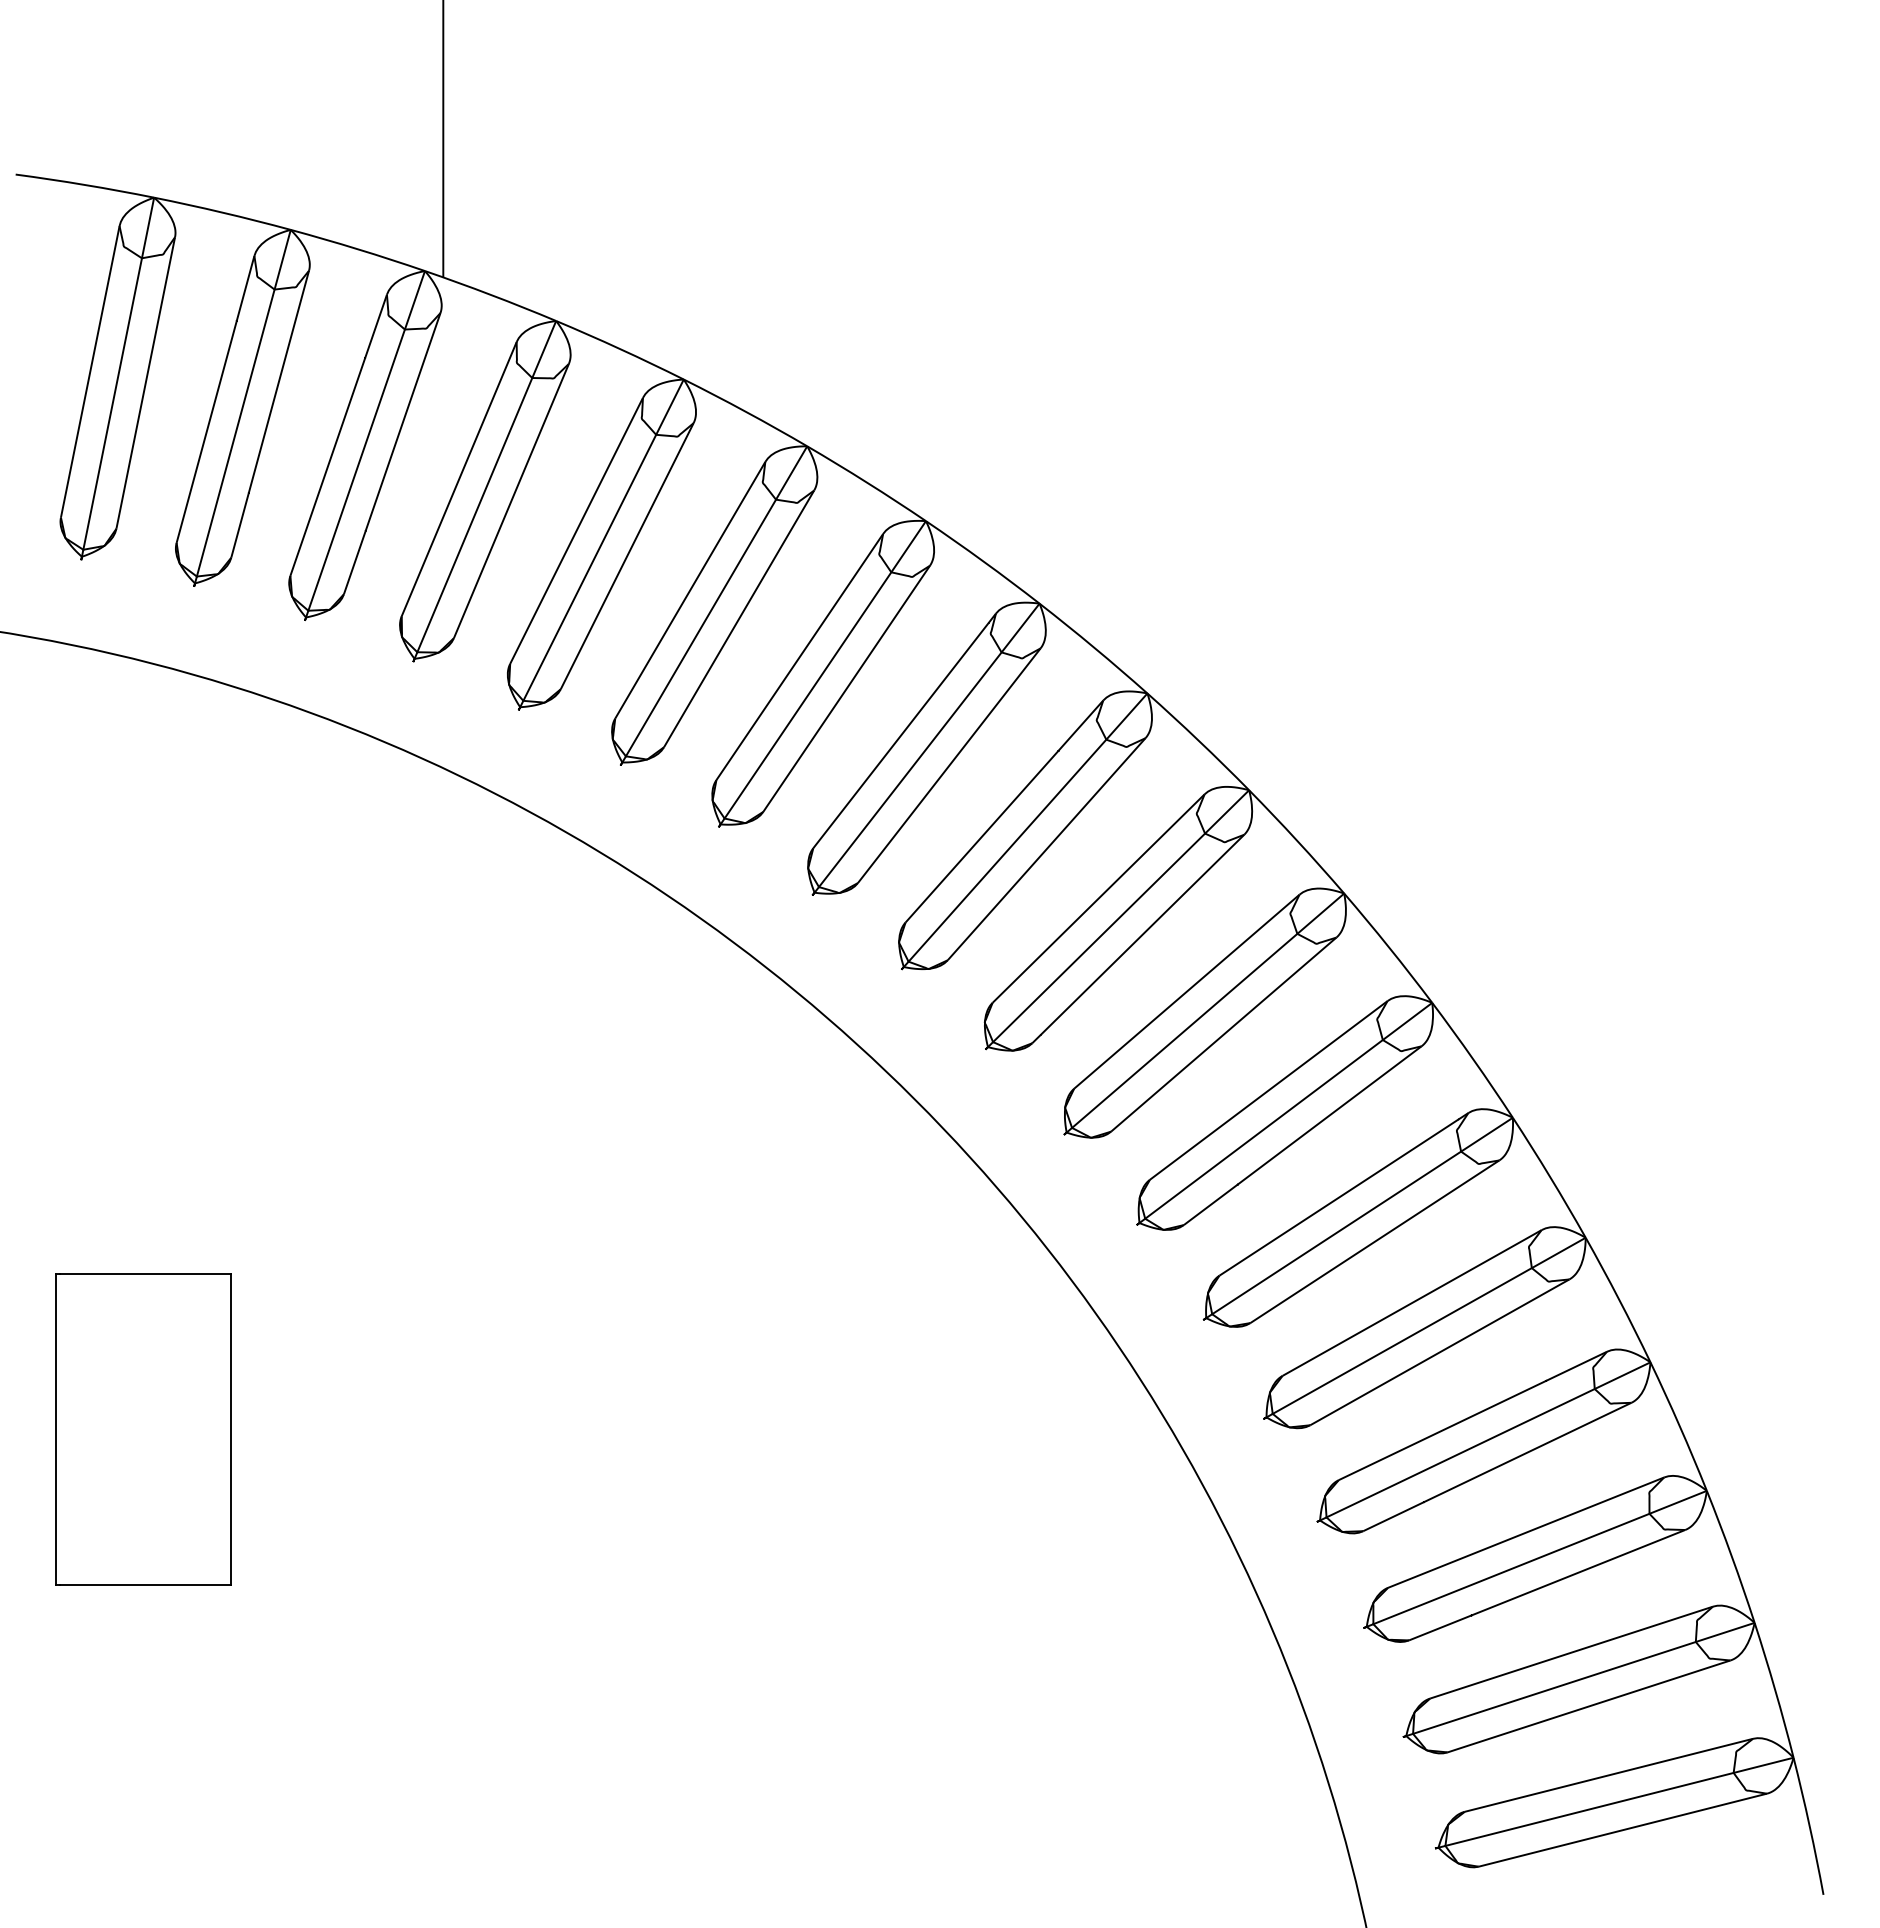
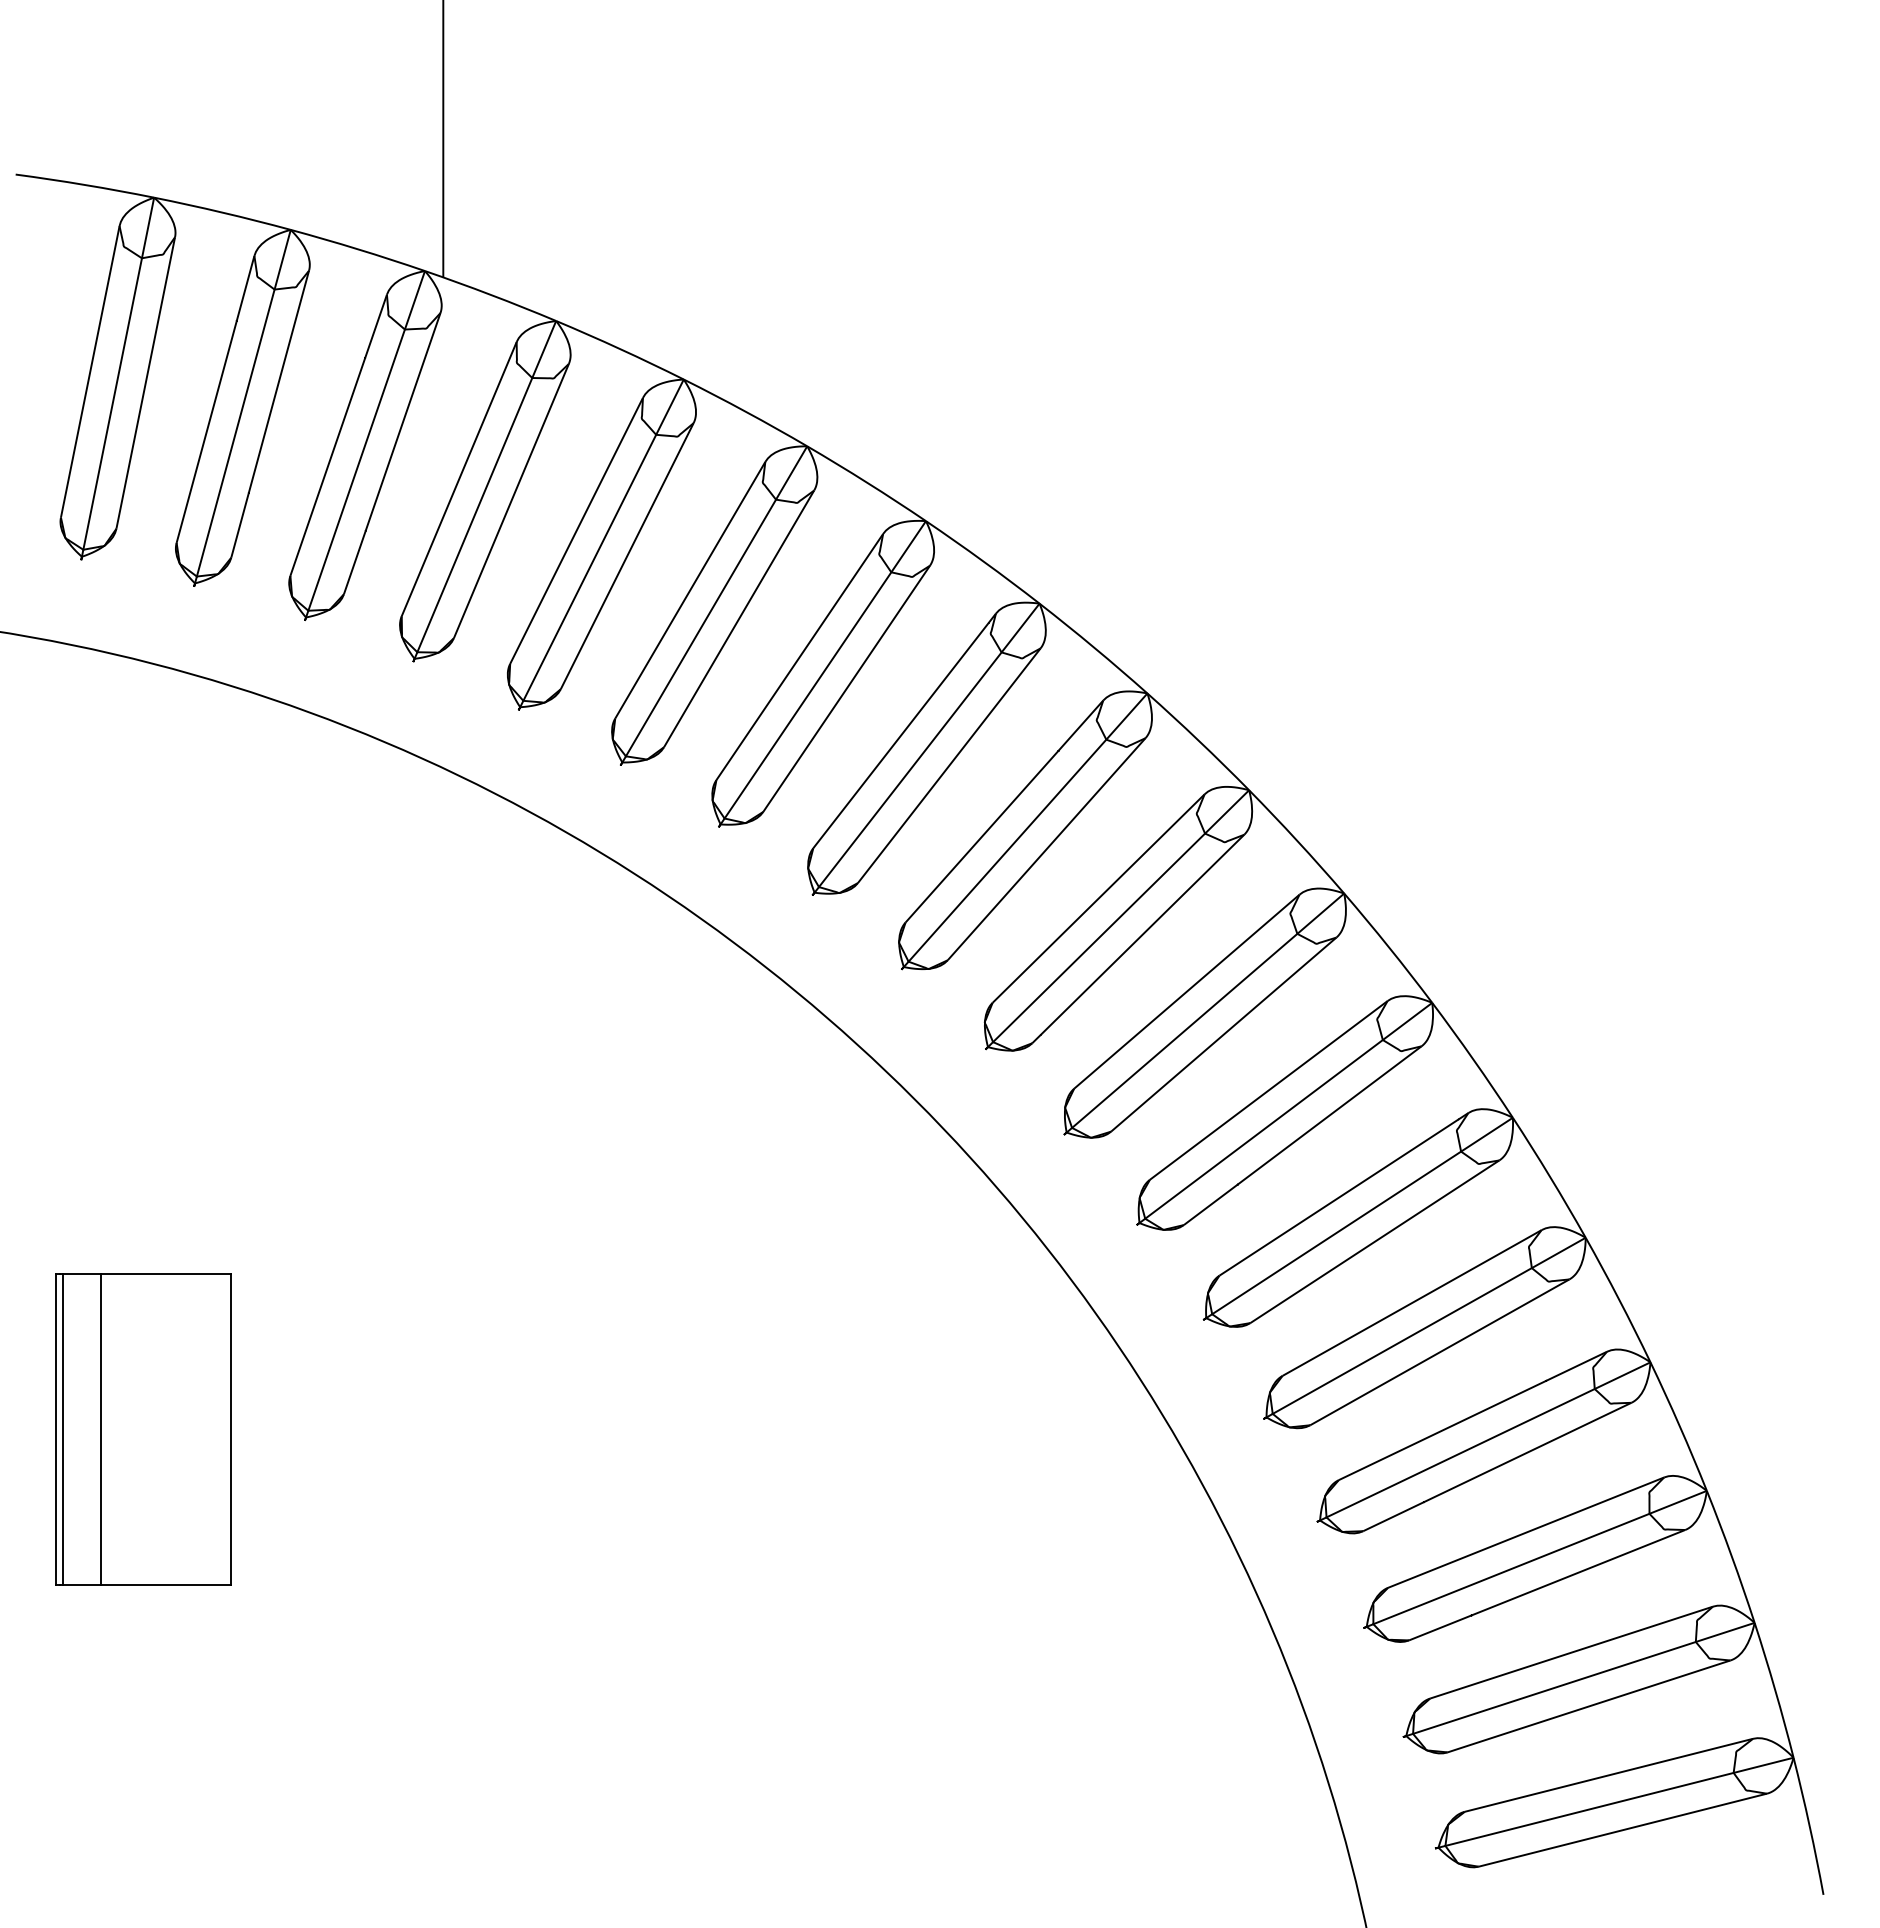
line at (62, 1429): none -> present
line at (101, 1429): none -> present
